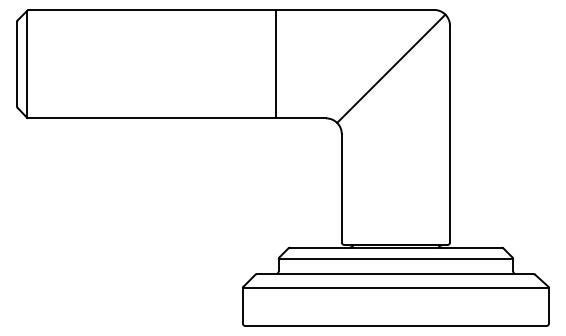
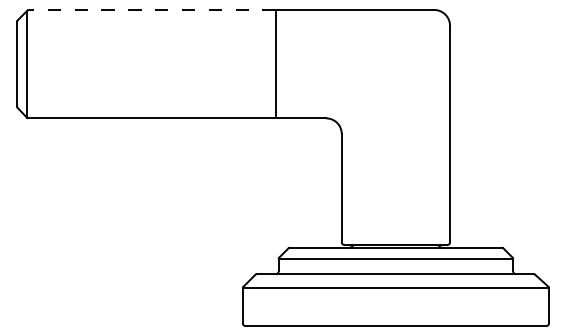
line at (151, 9): solid -> dashed
line at (391, 68): present -> none
